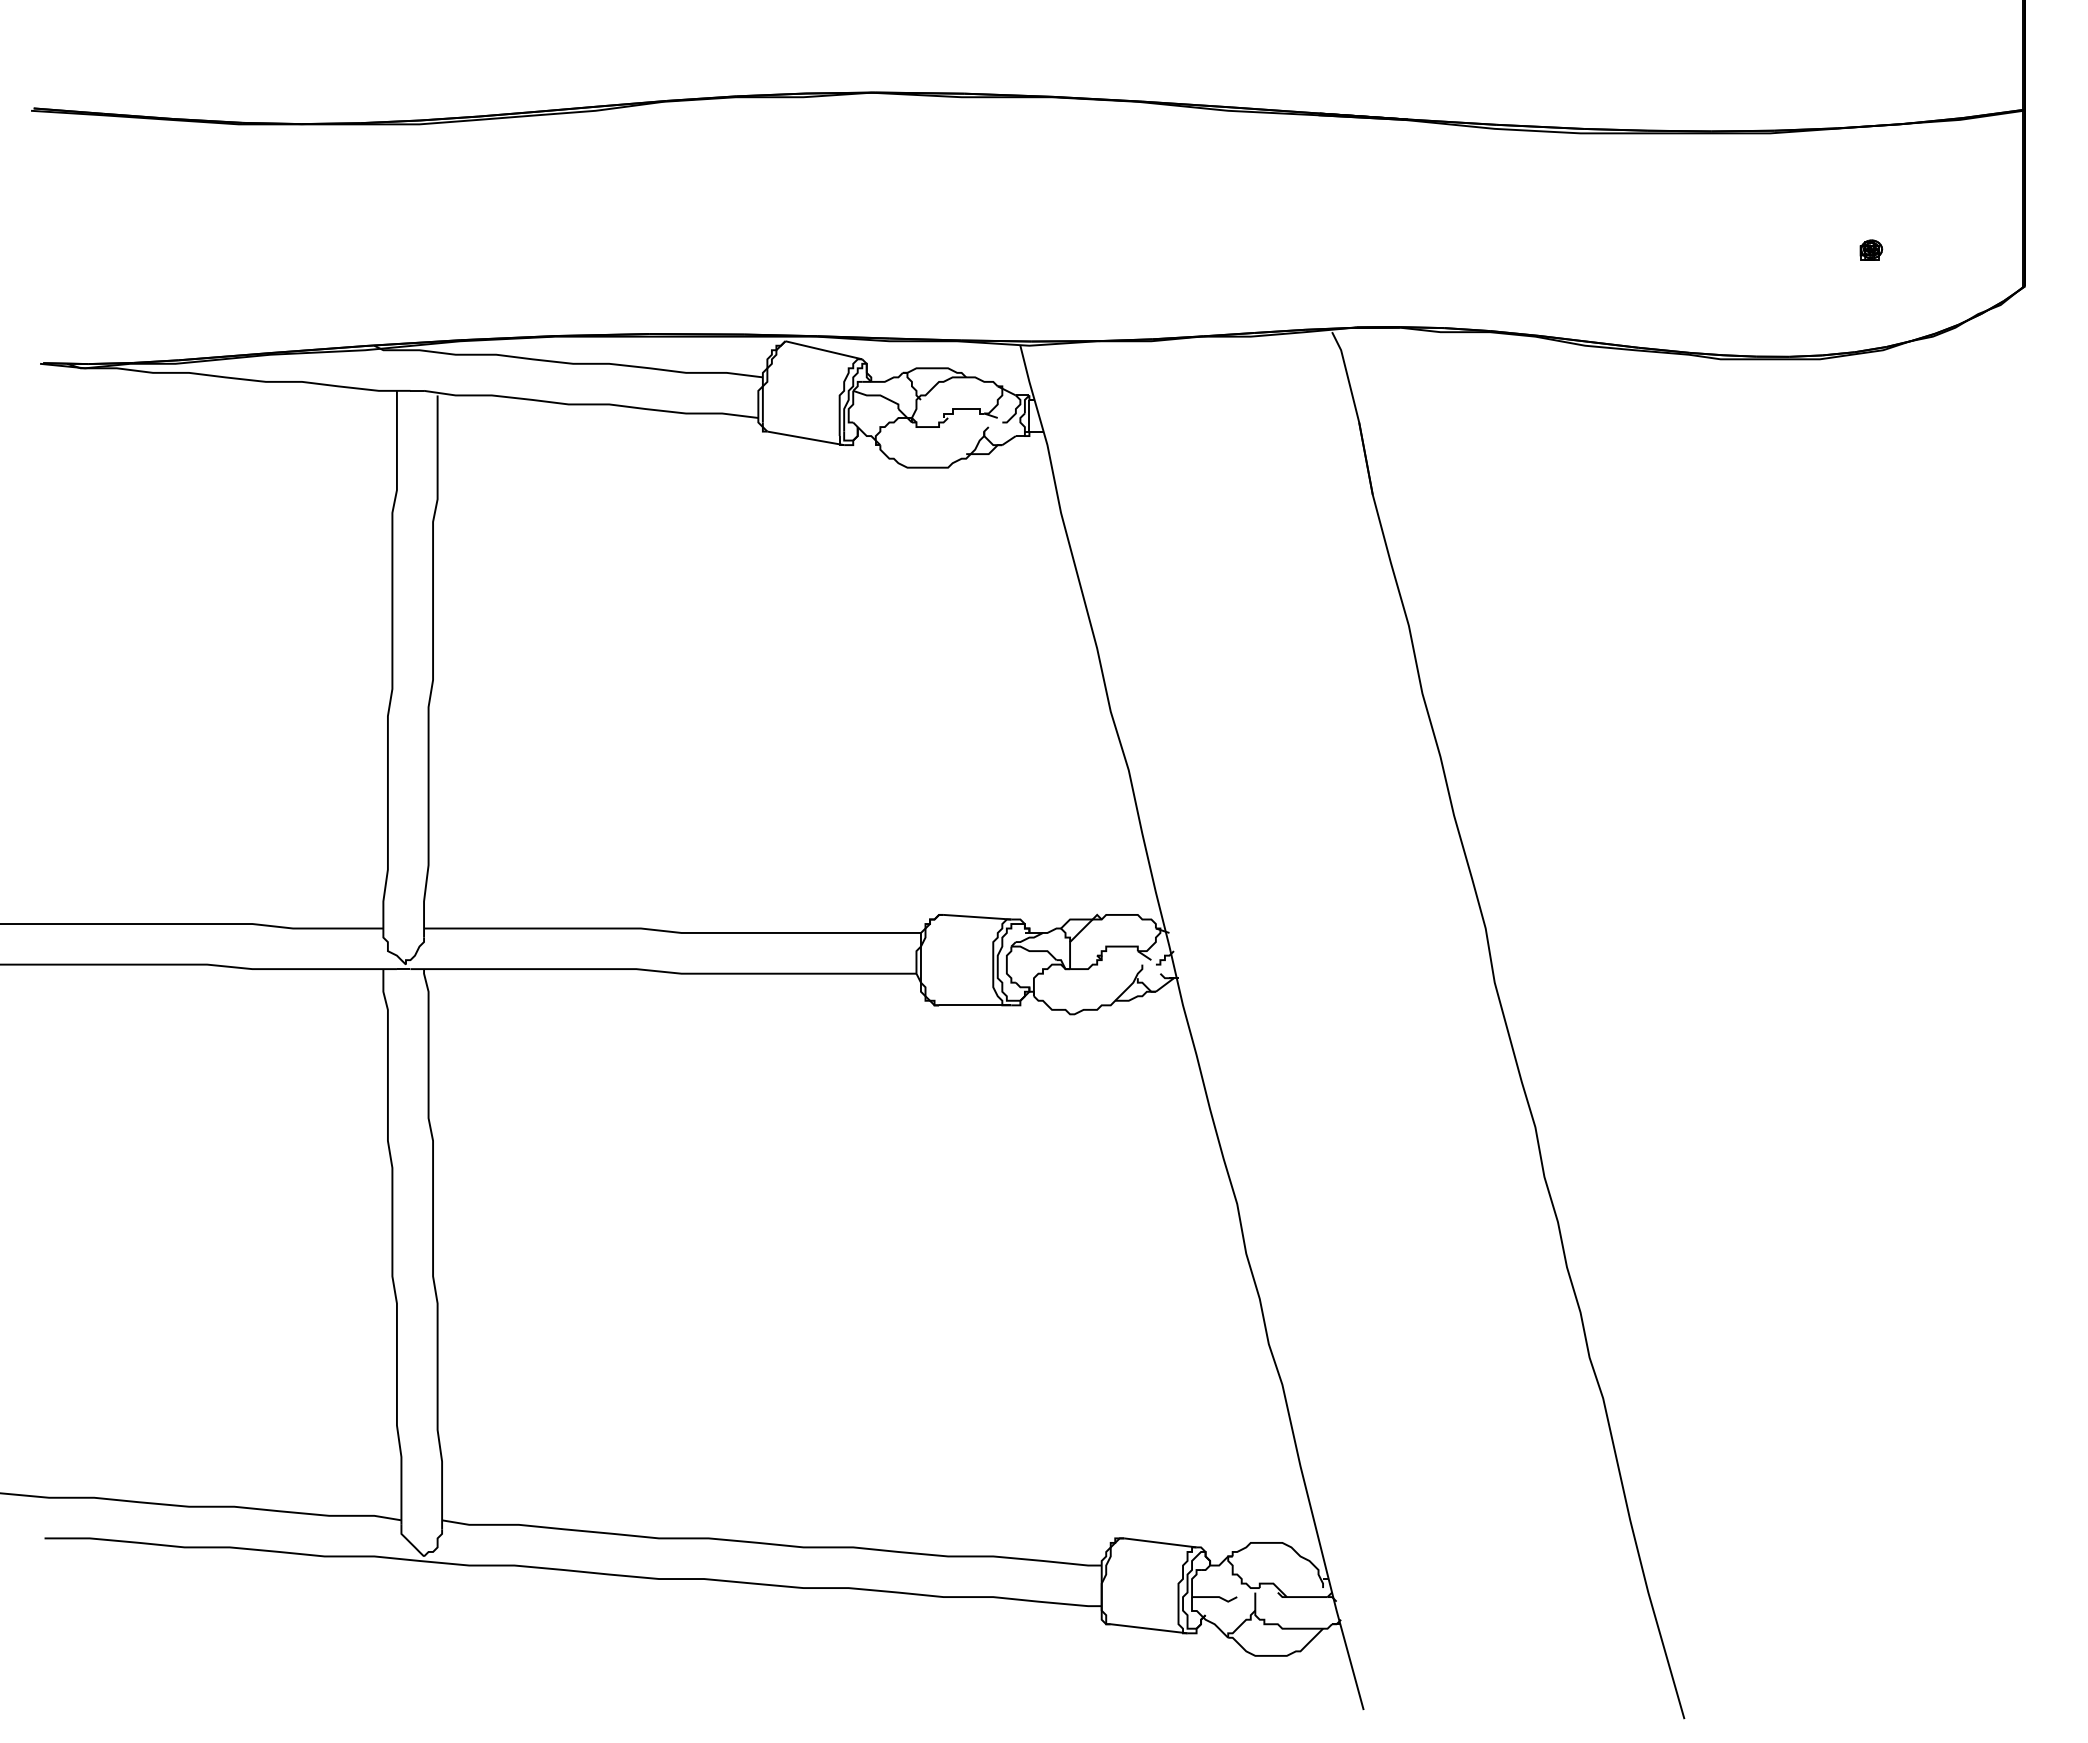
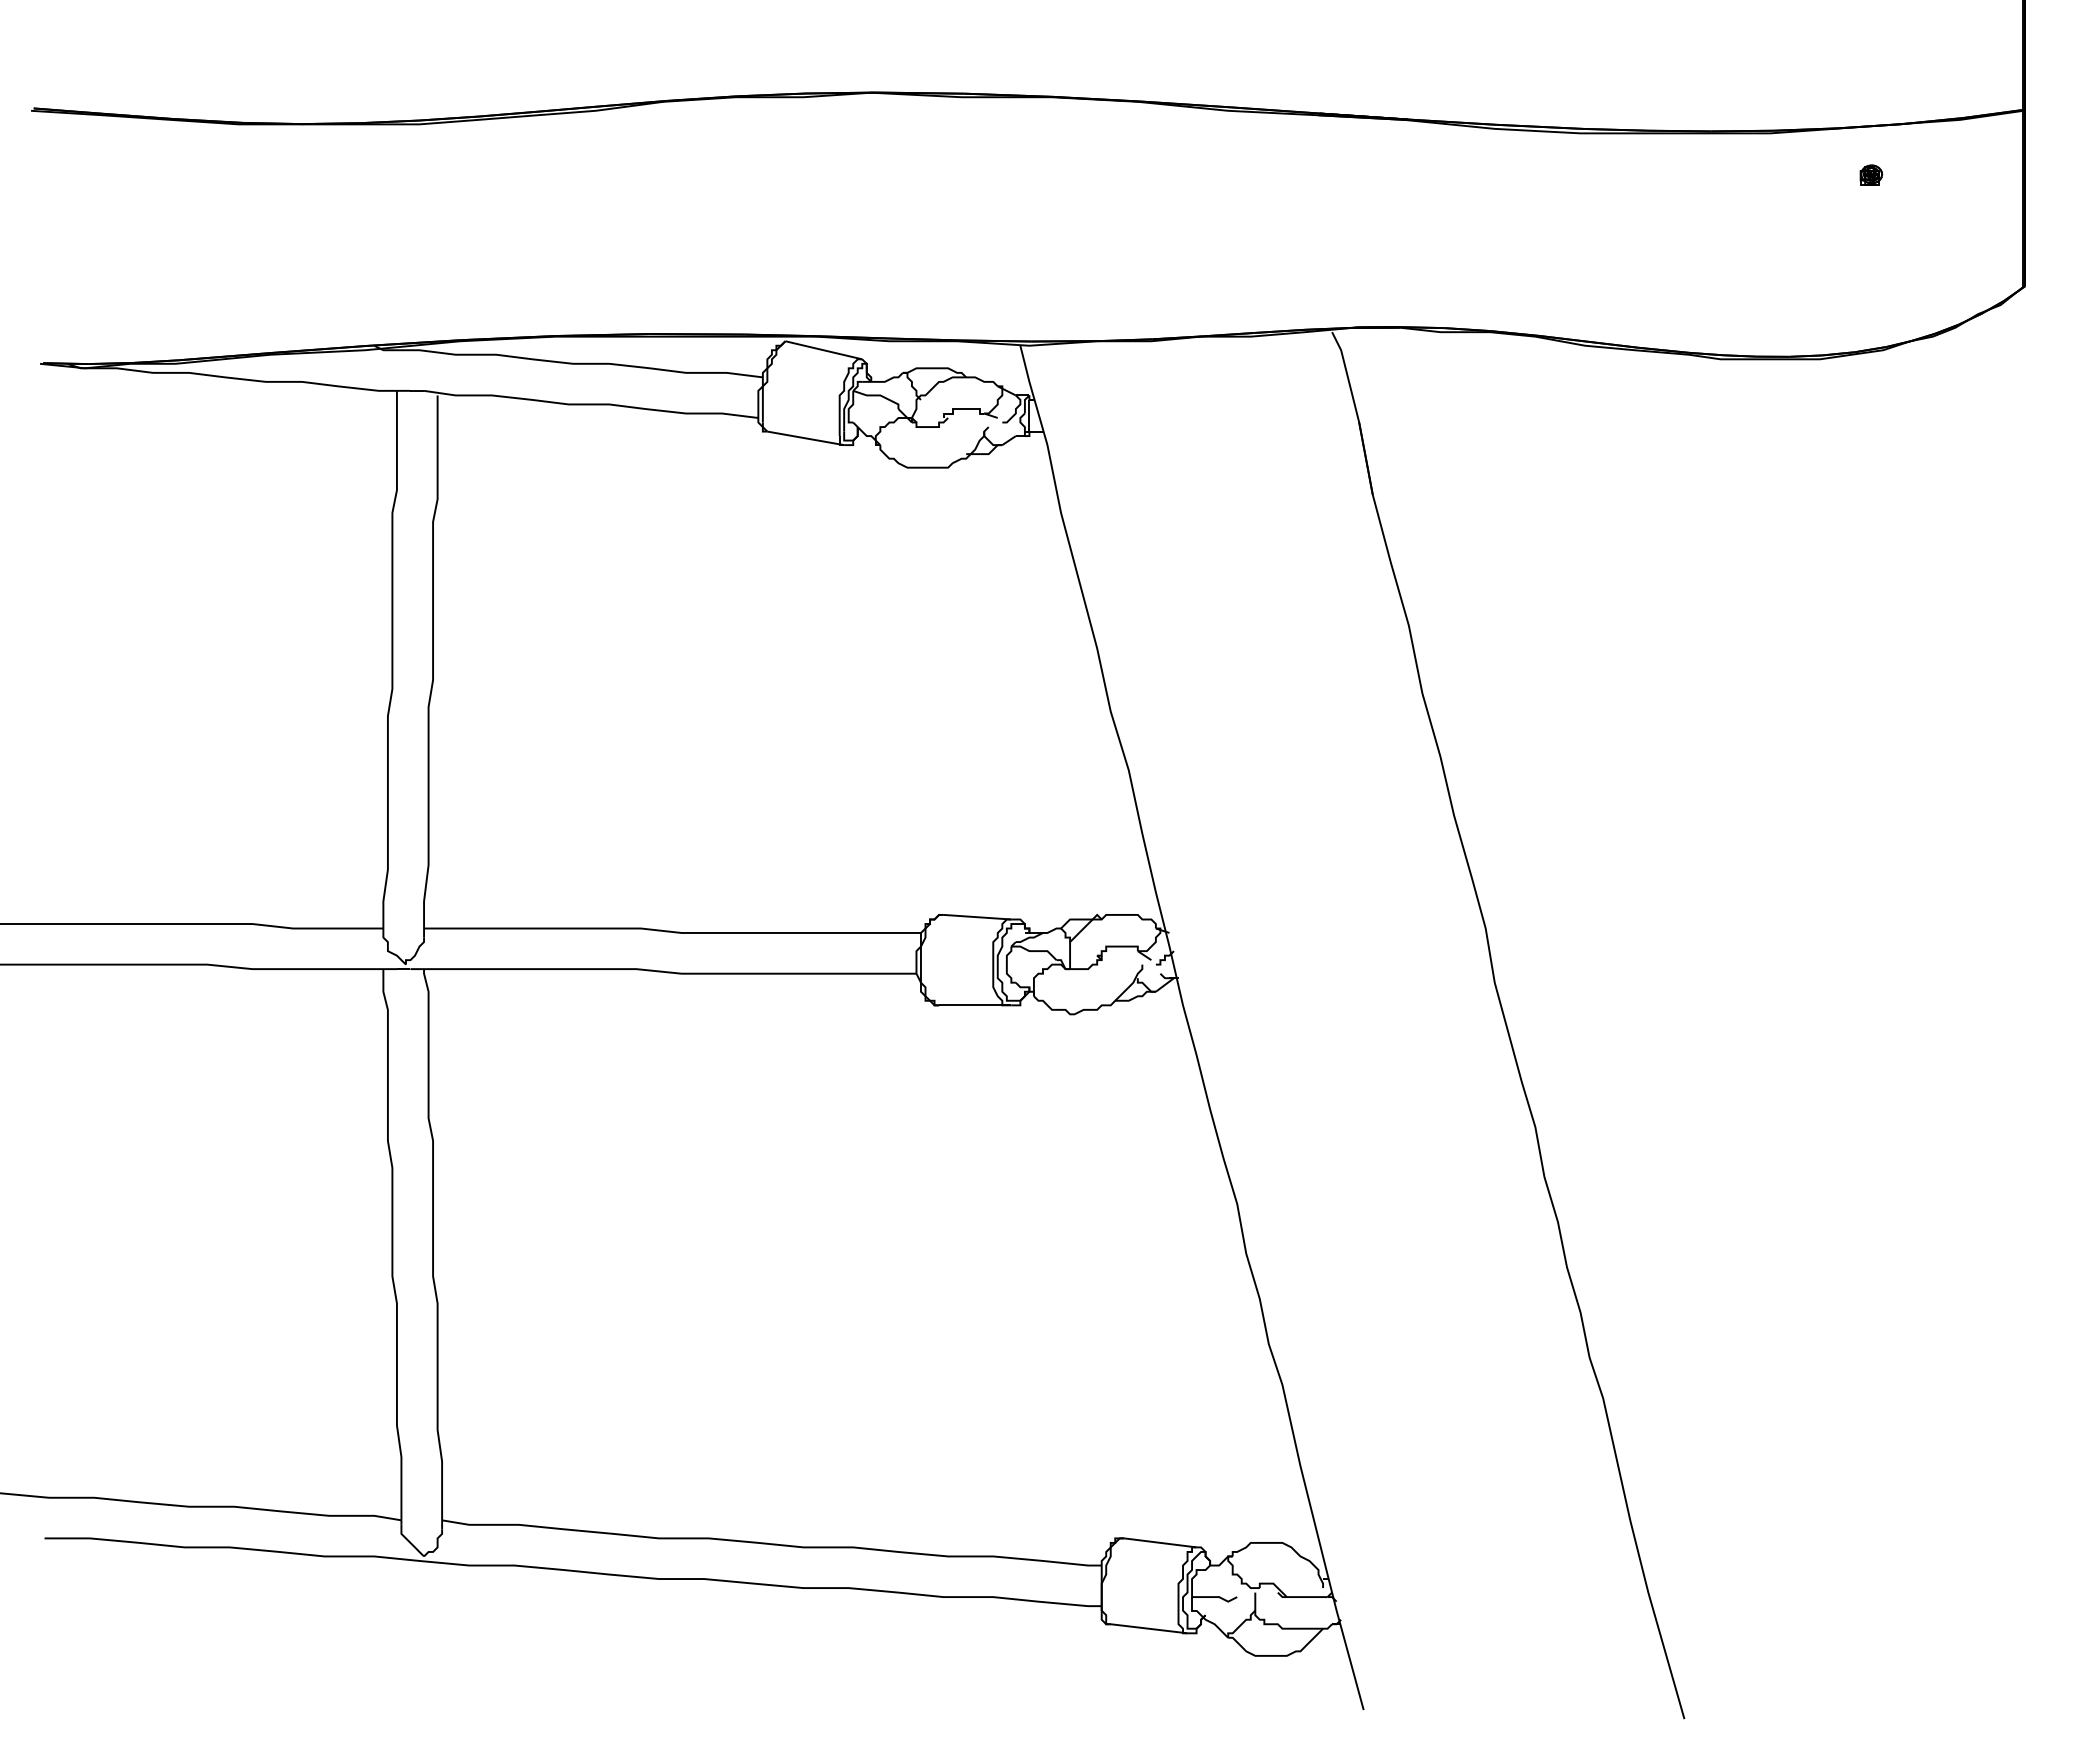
part at (1871, 249) position: (1871, 249) -> (1871, 174)
